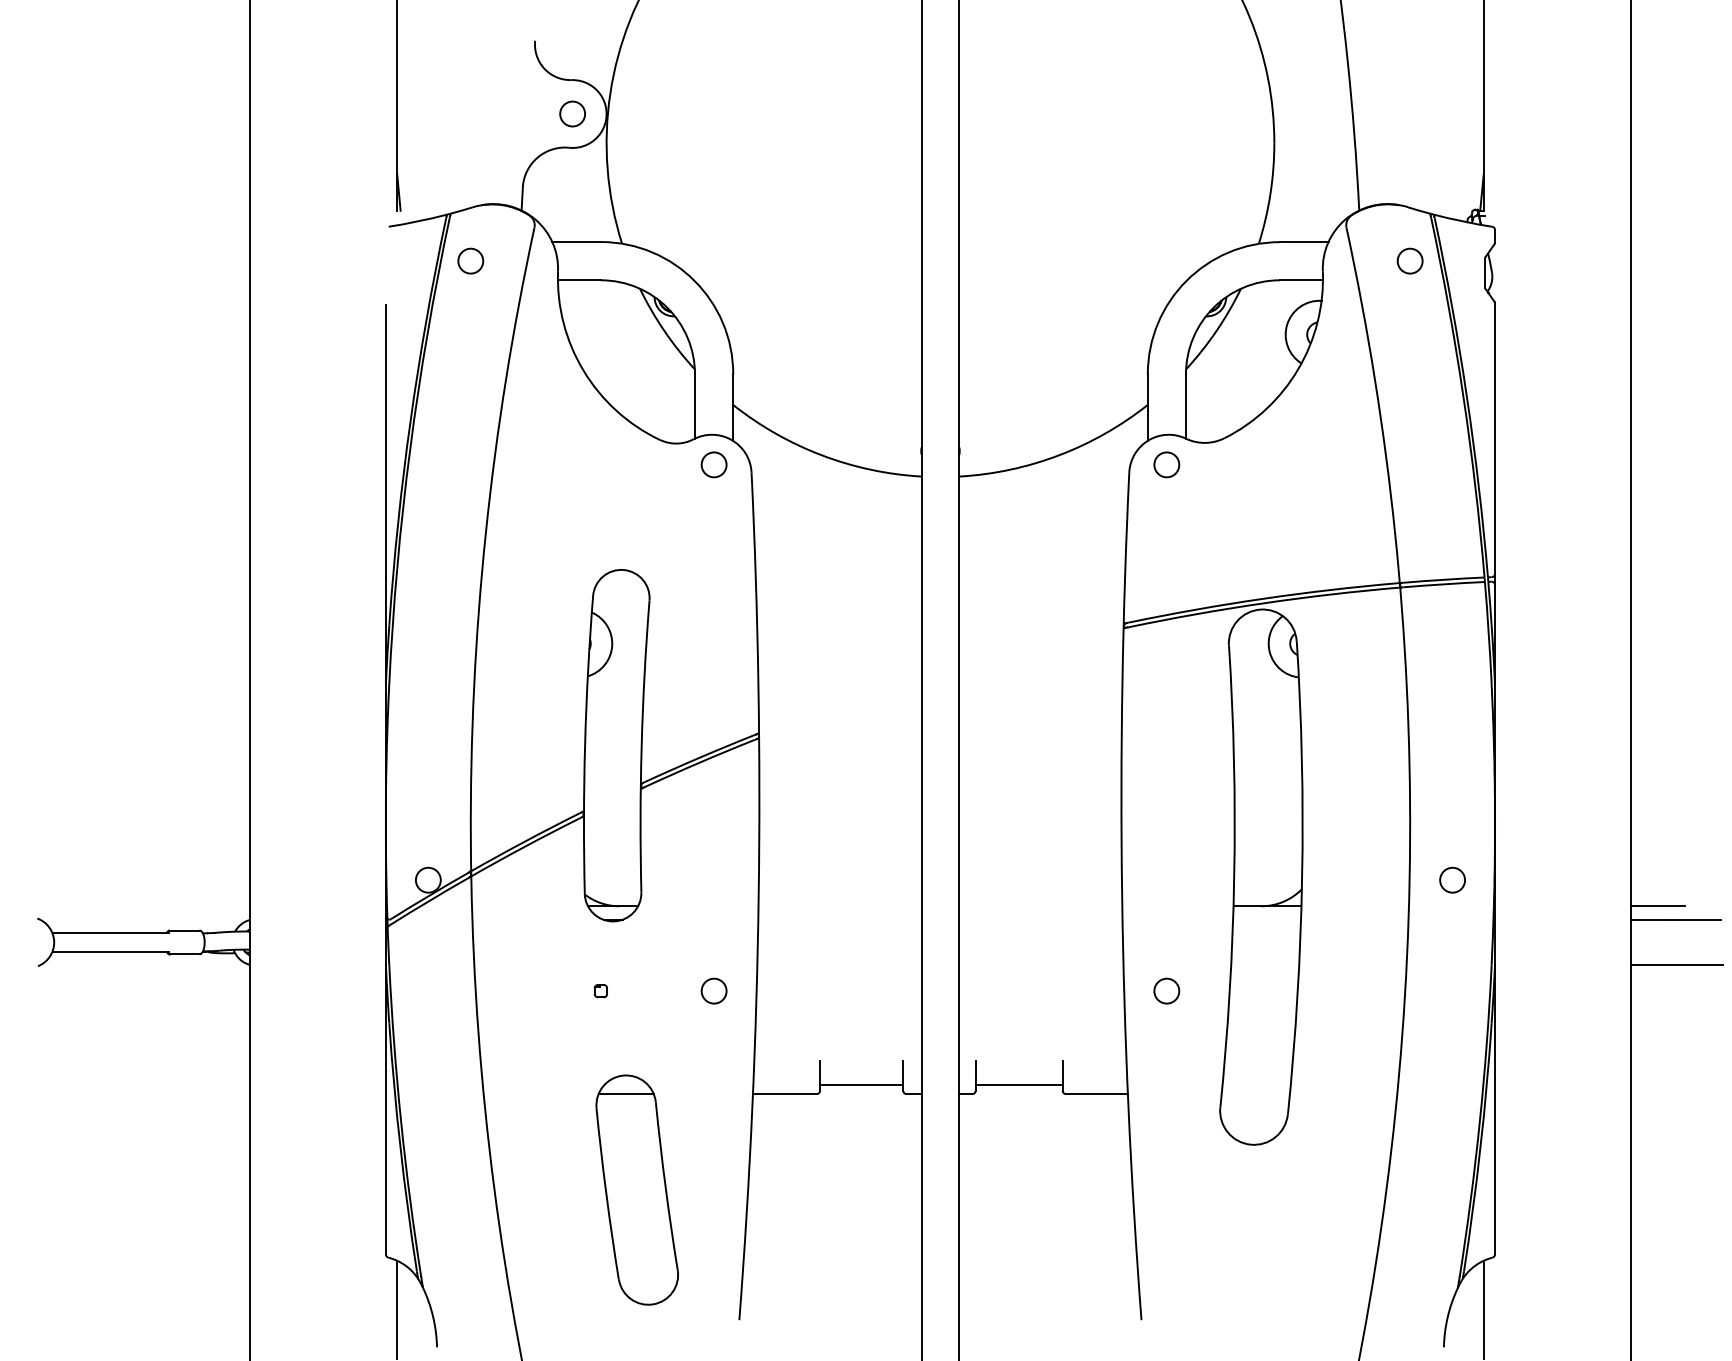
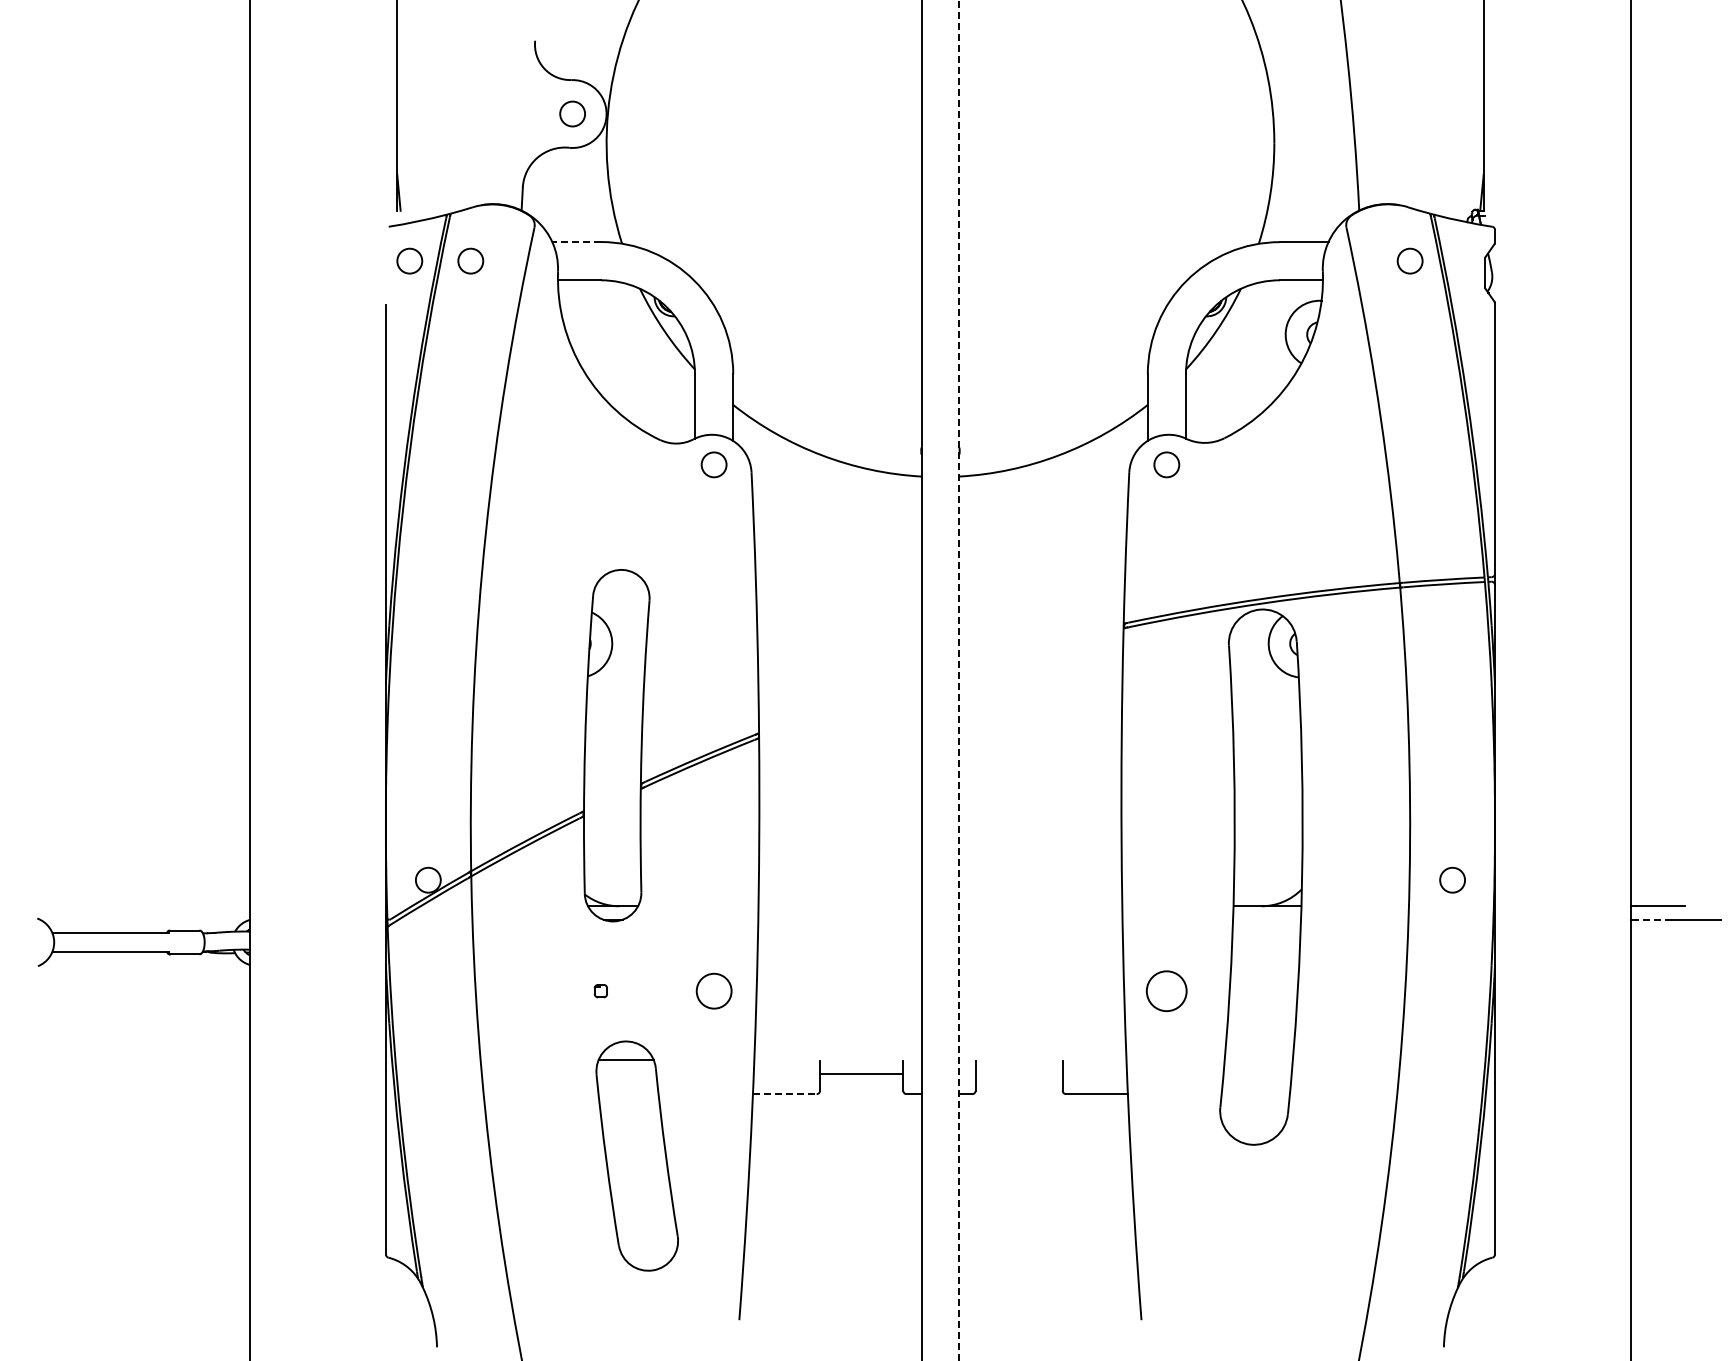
line at (576, 242): solid -> dashed
circle at (409, 260): none -> present
line at (959, 680): solid -> dashed
line at (1654, 919): solid -> dashed
line at (1676, 965): present -> none
circle at (713, 990) size: 28x28 px -> 38x38 px
circle at (1166, 990) size: 28x28 px -> 43x42 px
line at (861, 1085) position: (861, 1085) -> (861, 1074)
line at (1018, 1085): present -> none
line at (784, 1094): solid -> dashed
part at (636, 1189) position: (636, 1189) -> (636, 1155)
line at (397, 1308): present -> none
line at (1483, 1308): present -> none
